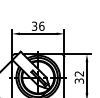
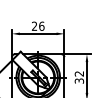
text at (34, 26): 36 -> 26
